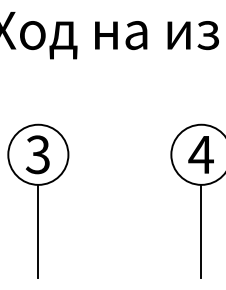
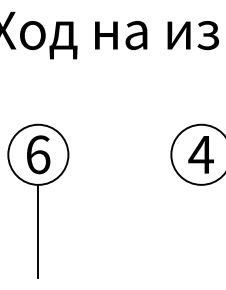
text at (37, 154): 3 -> 6
line at (201, 231): present -> none
